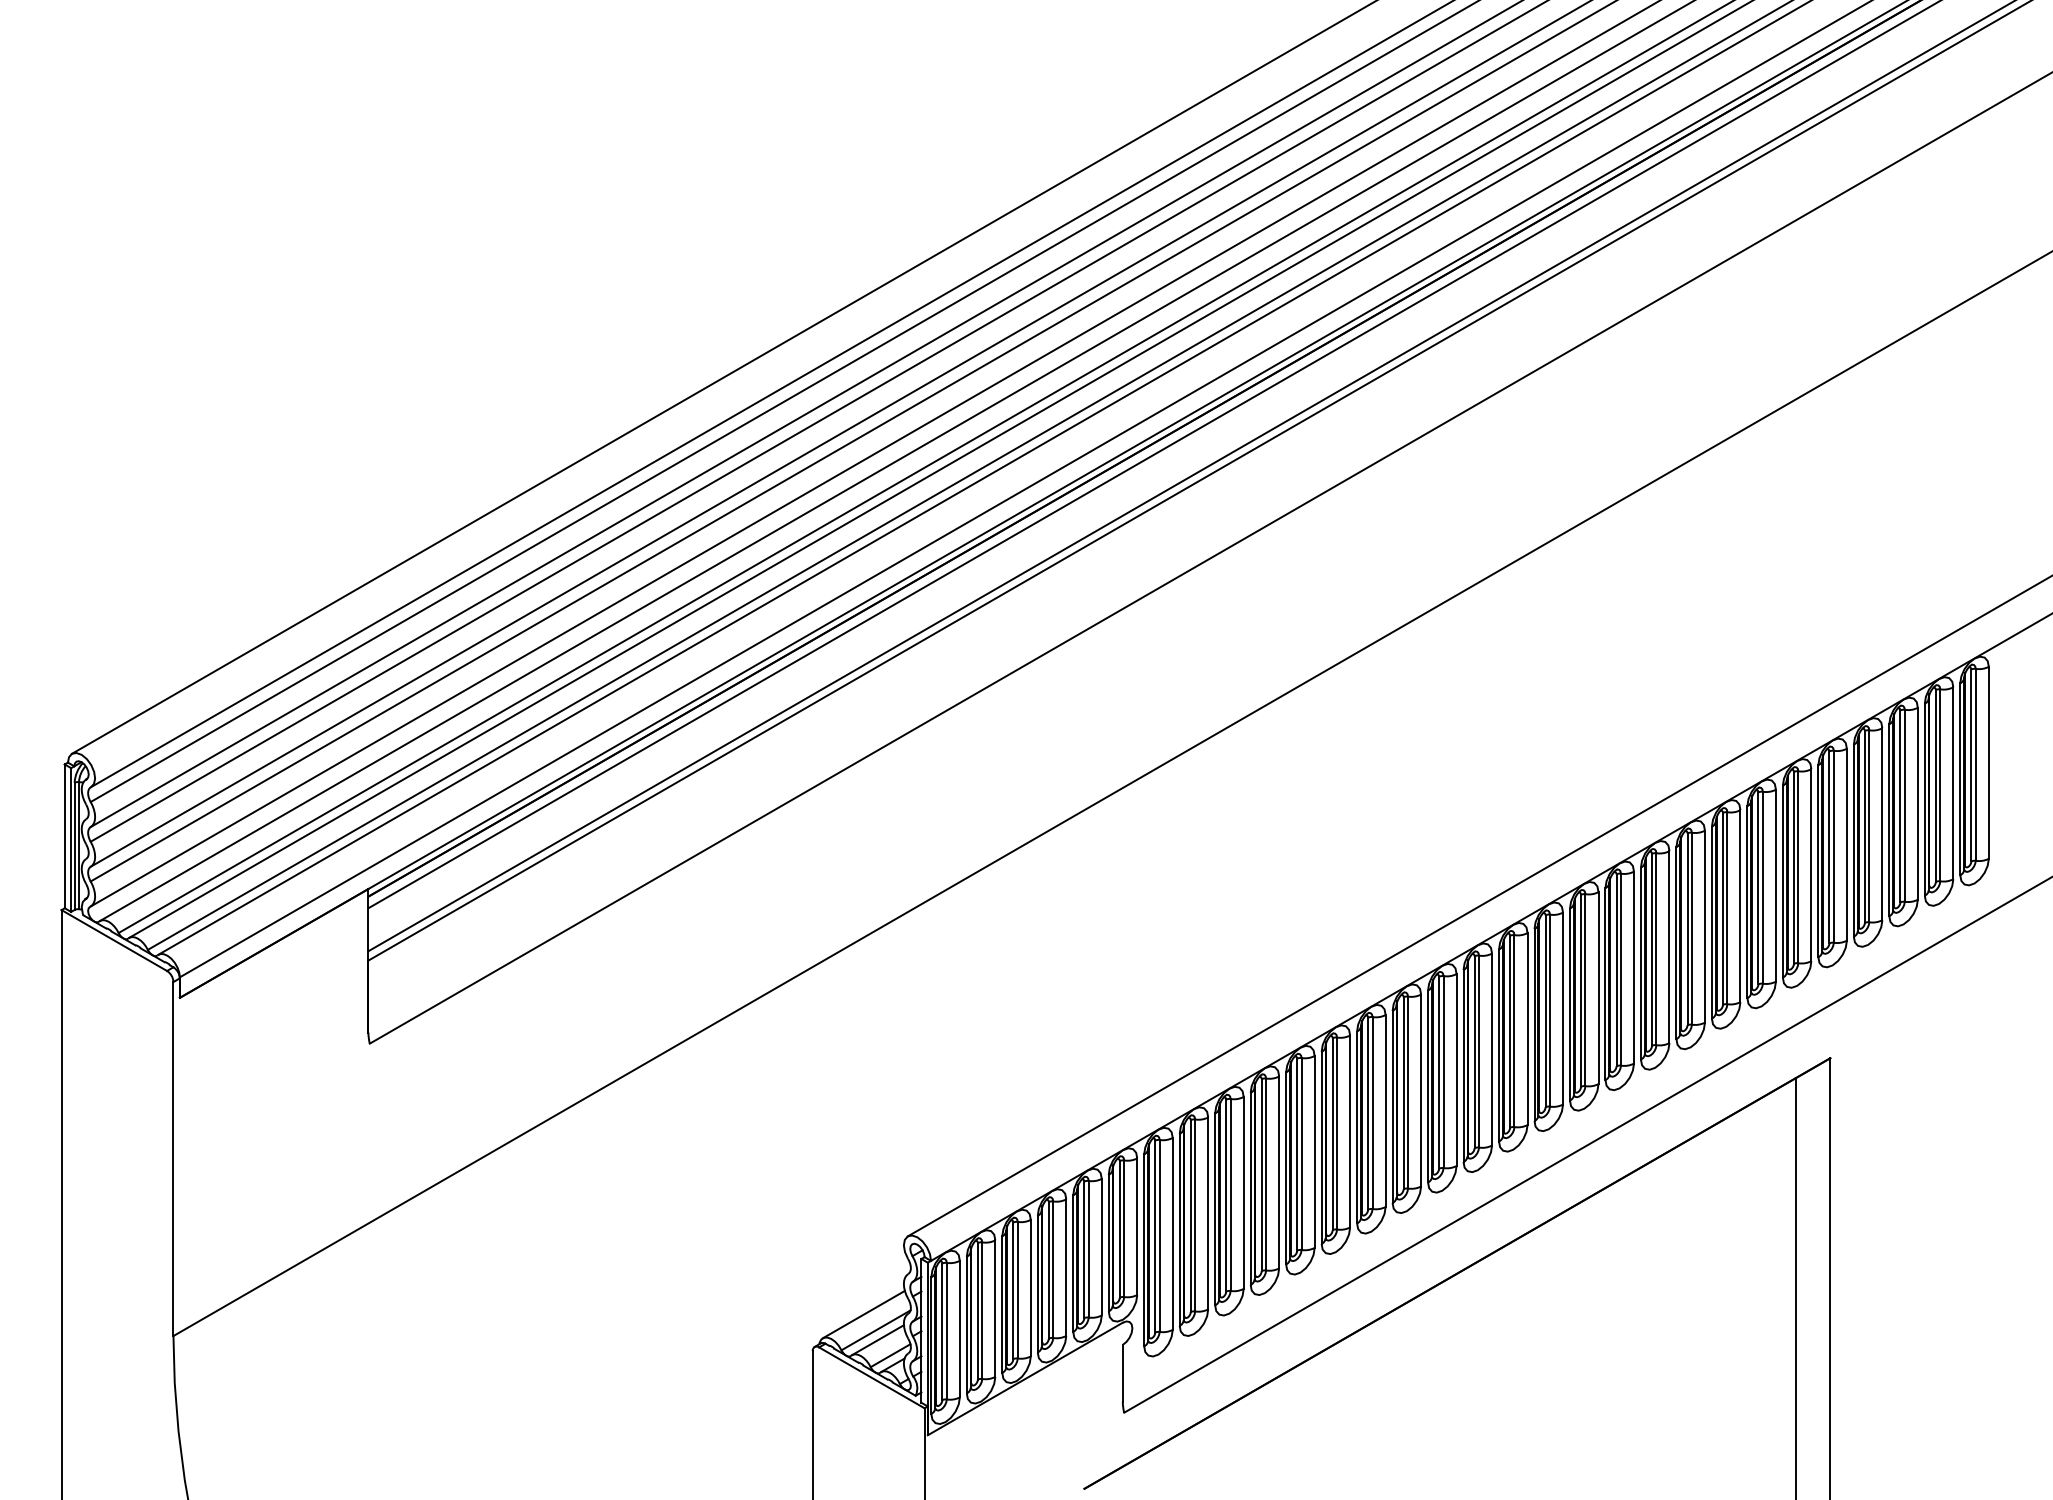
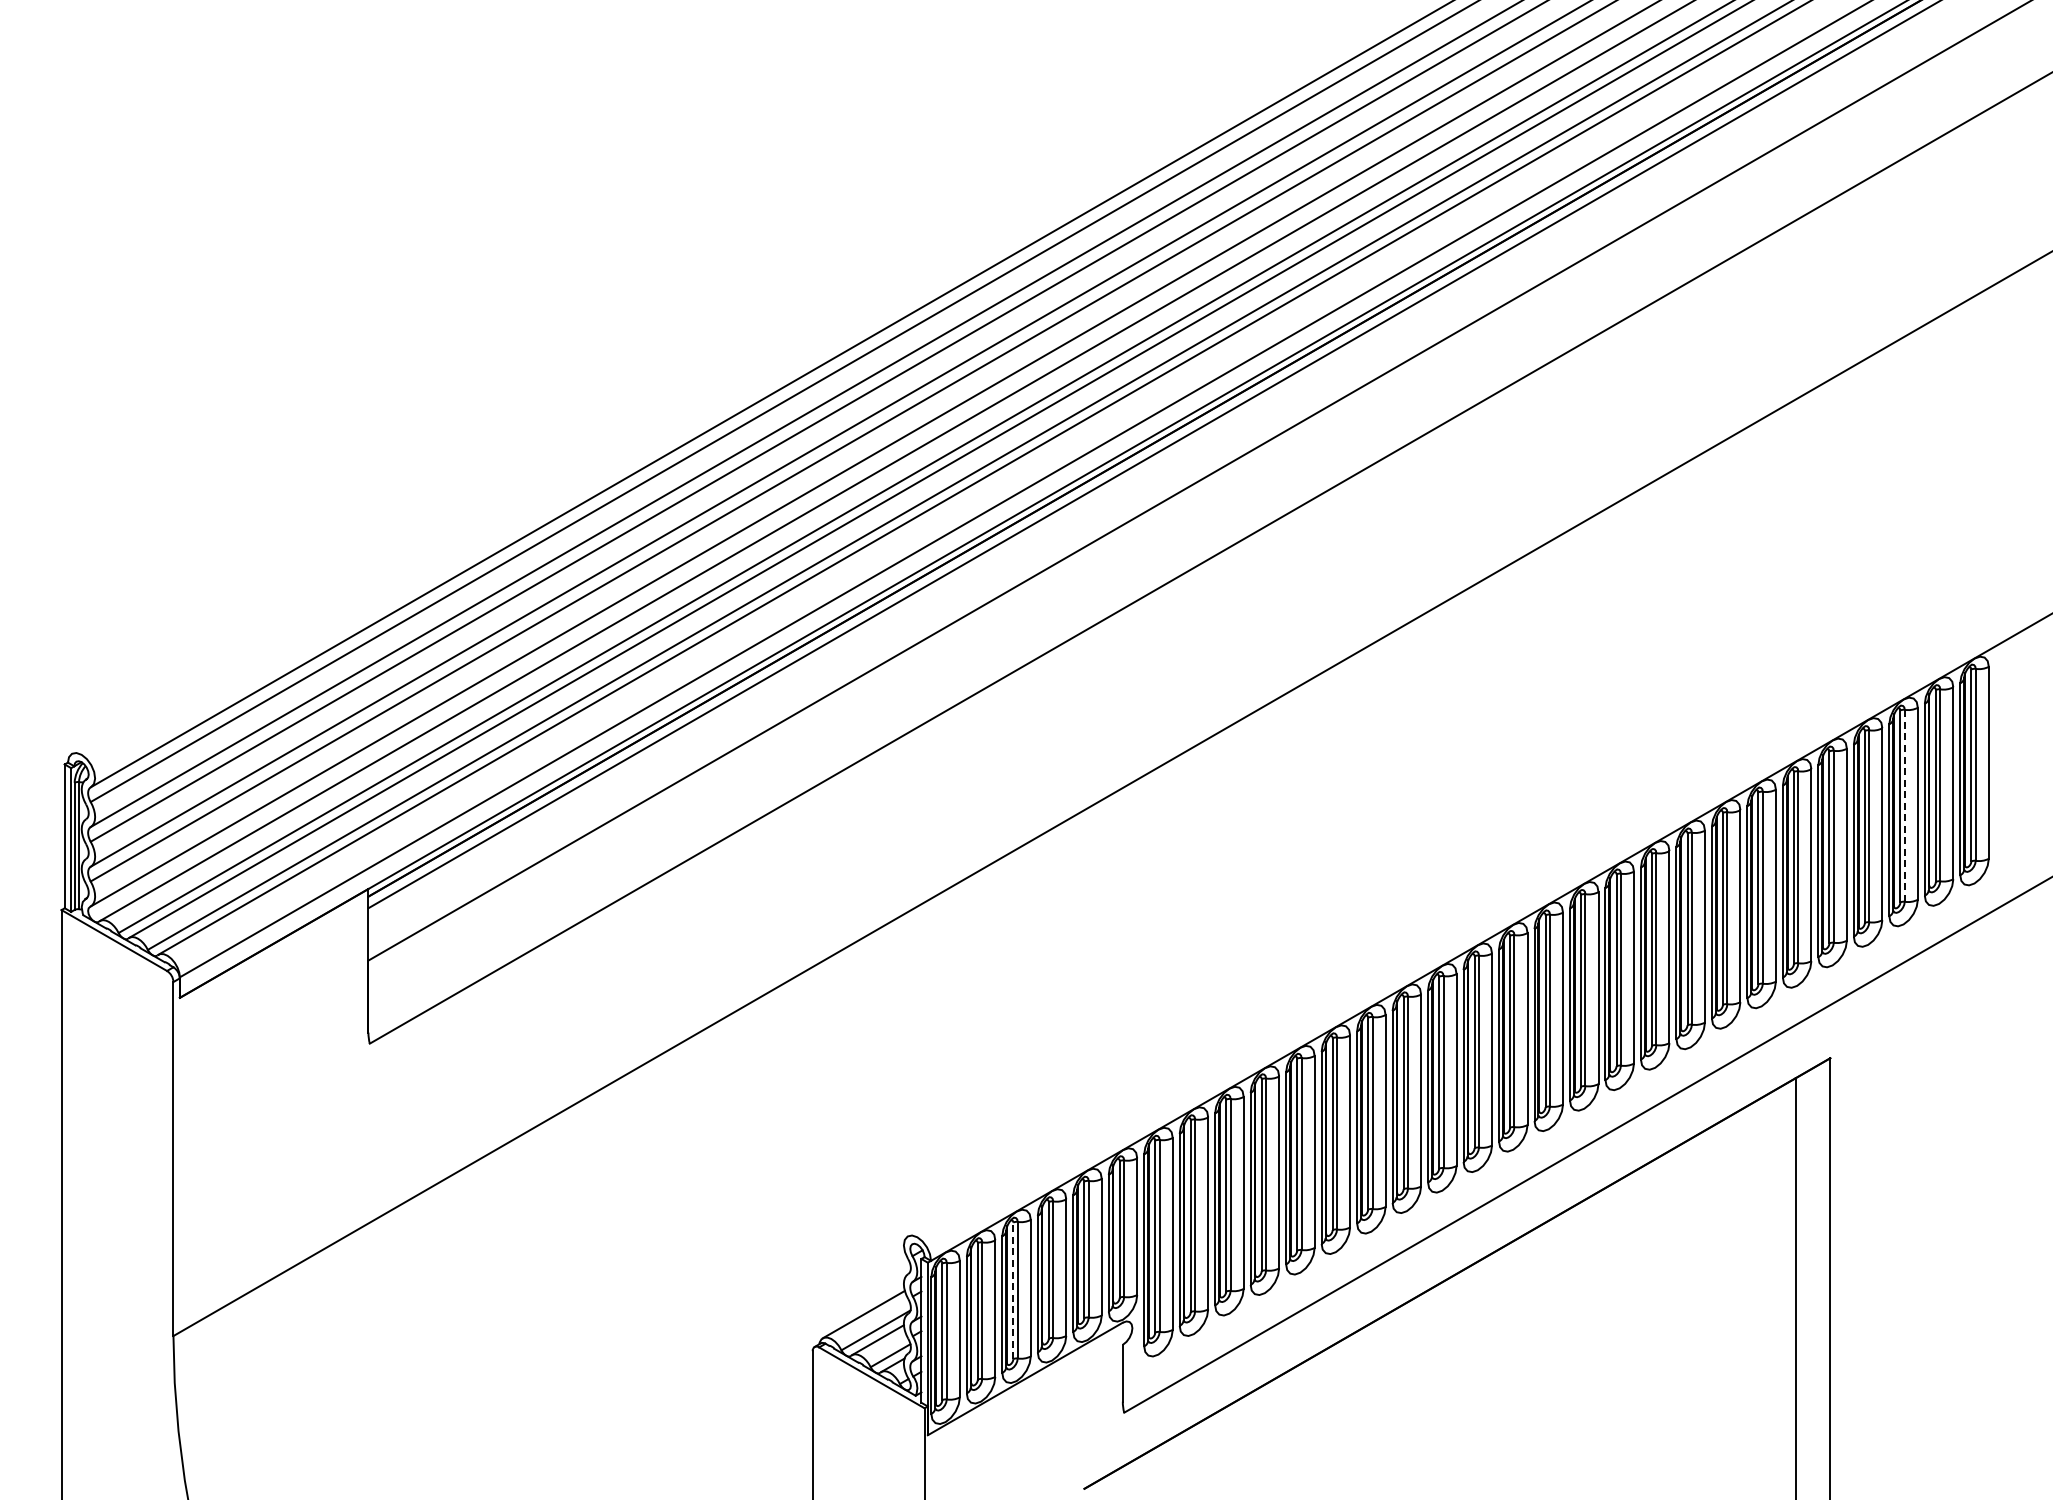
line at (722, 377): present -> none
line at (1190, 476): present -> none
line at (1904, 805): solid -> dashed
line at (1478, 906): present -> none
line at (1013, 1290): solid -> dashed
